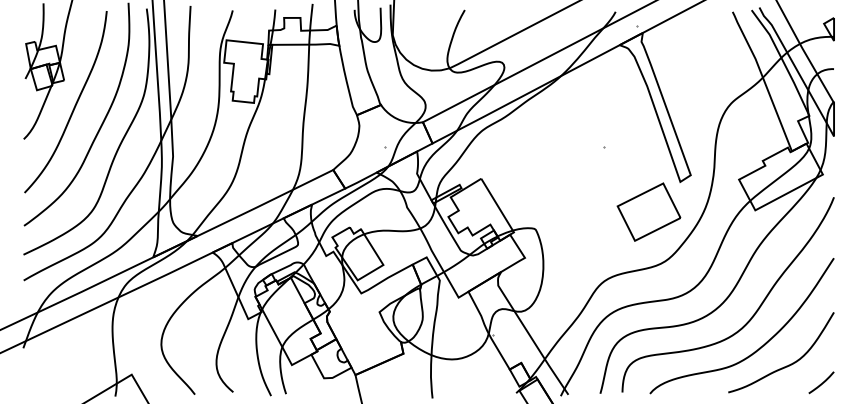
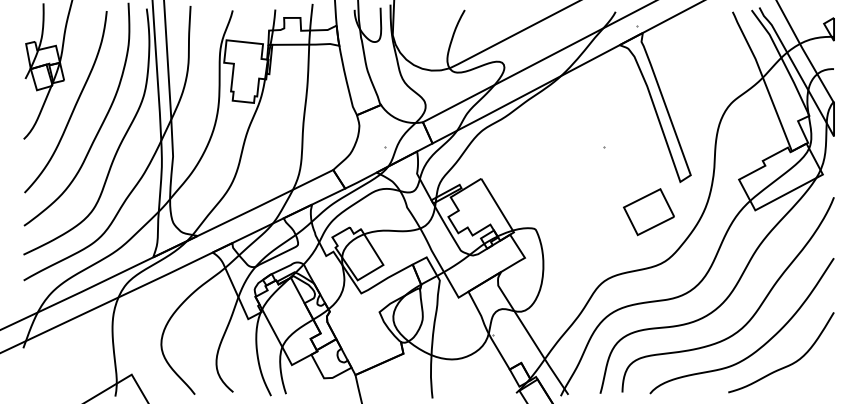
part at (648, 211) size: 66x60 px -> 52x49 px
line at (822, 382): present -> none
